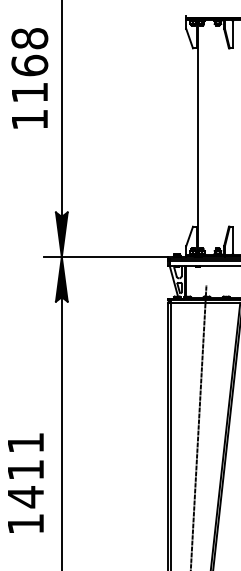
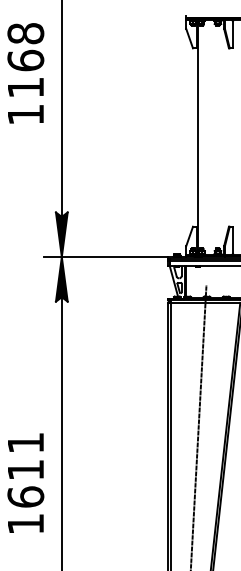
text at (29, 78) position: (29, 78) -> (25, 73)
text at (25, 497): 1411 -> 1611
